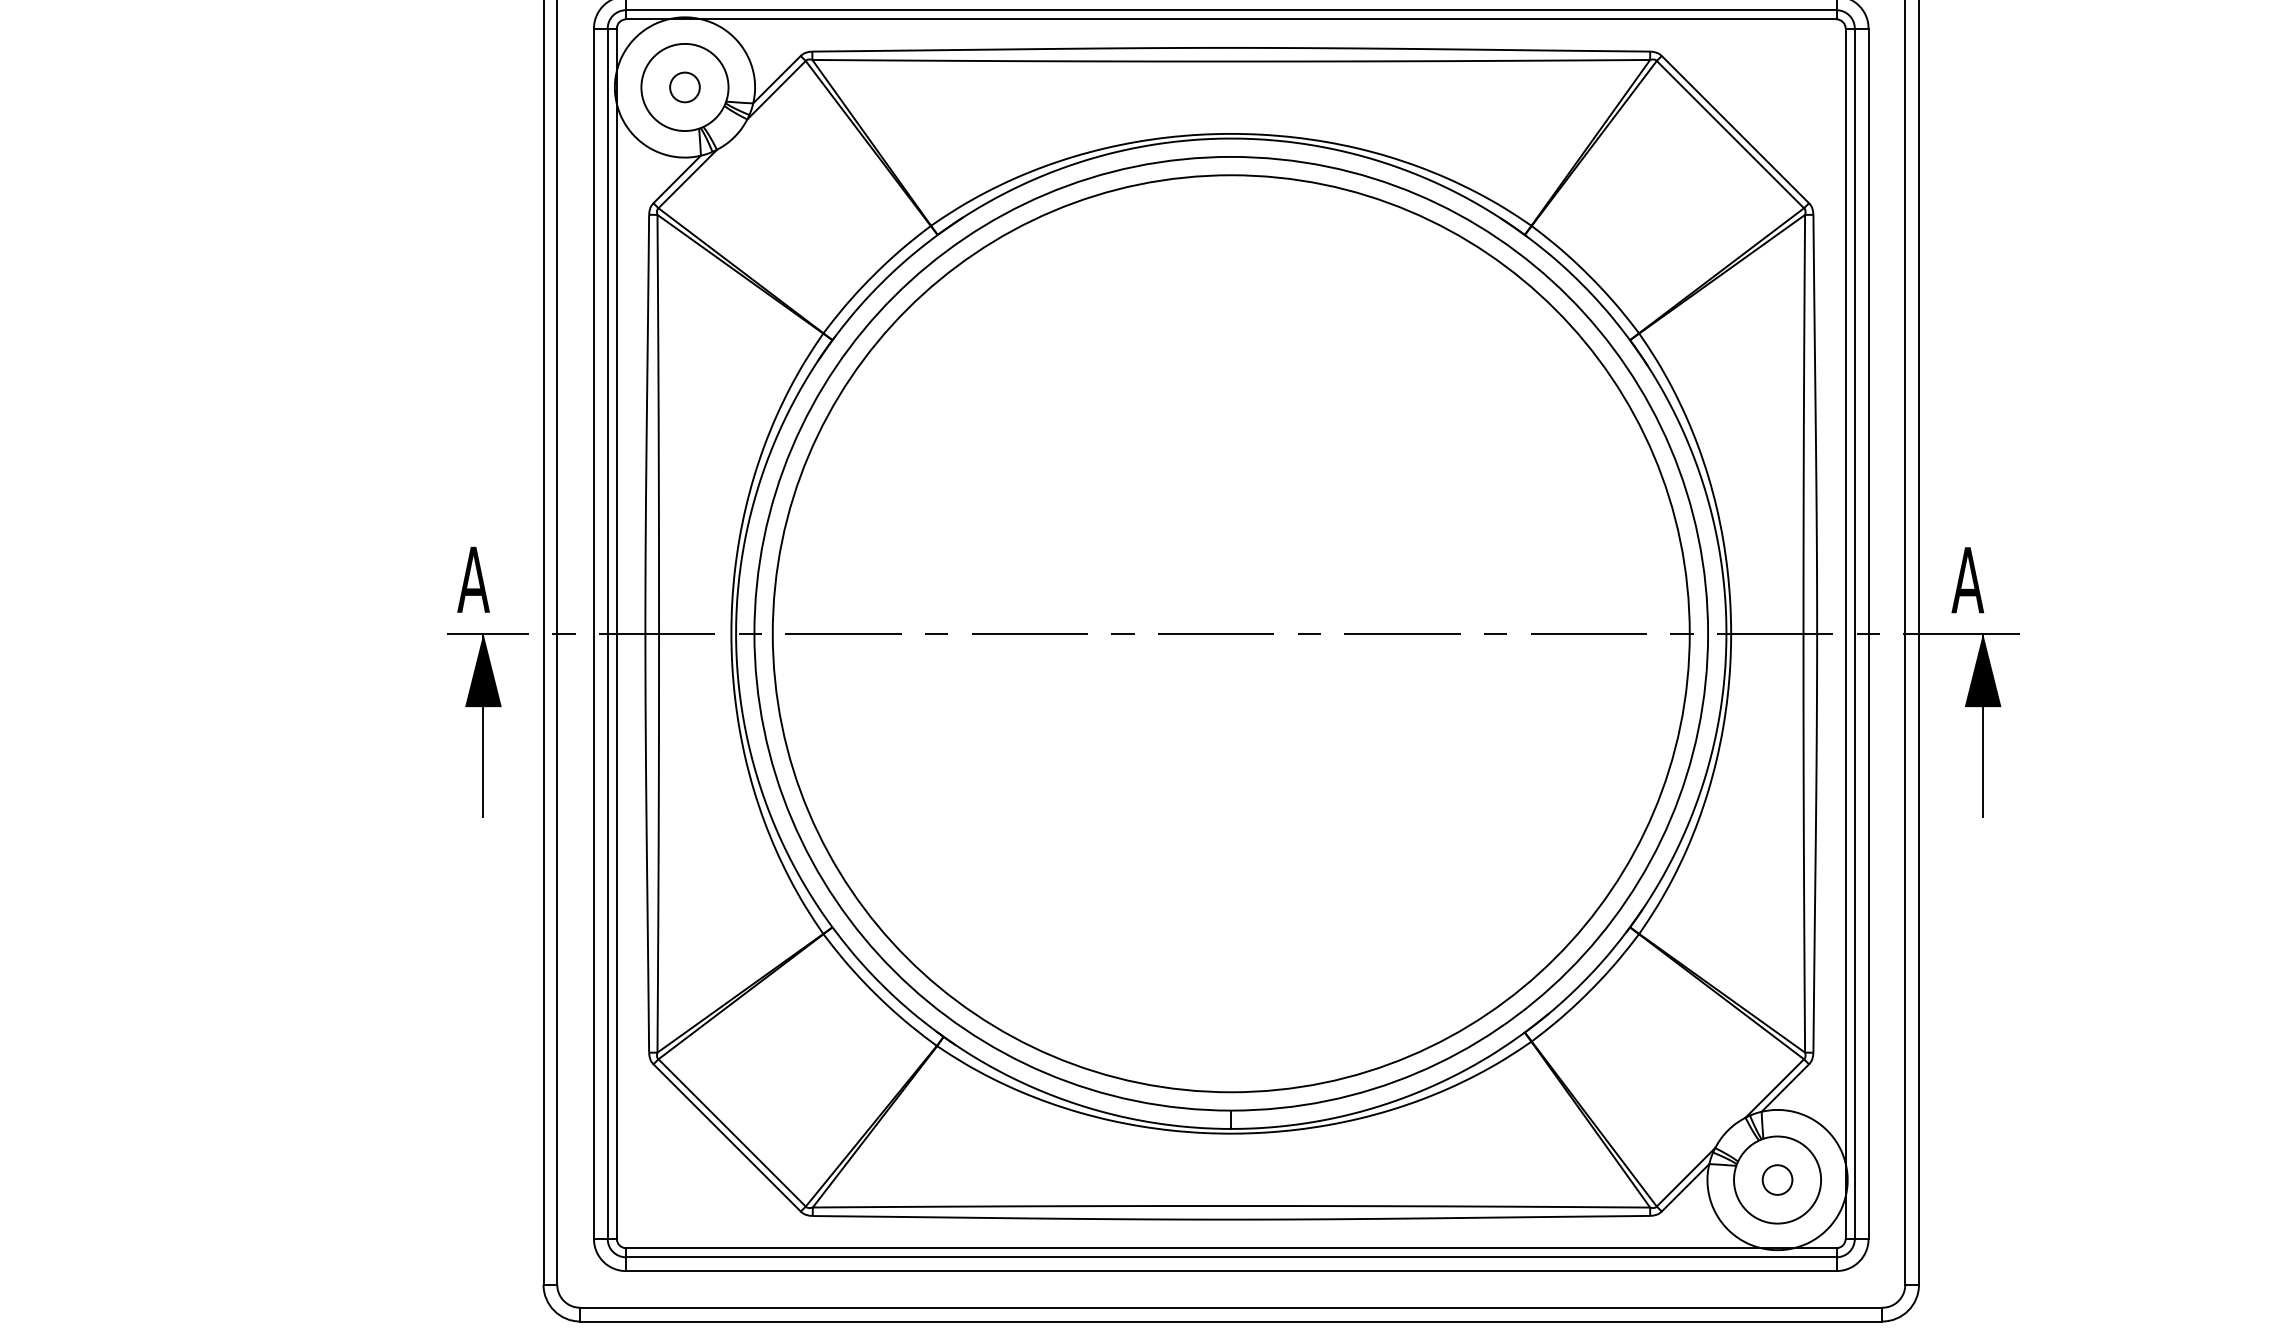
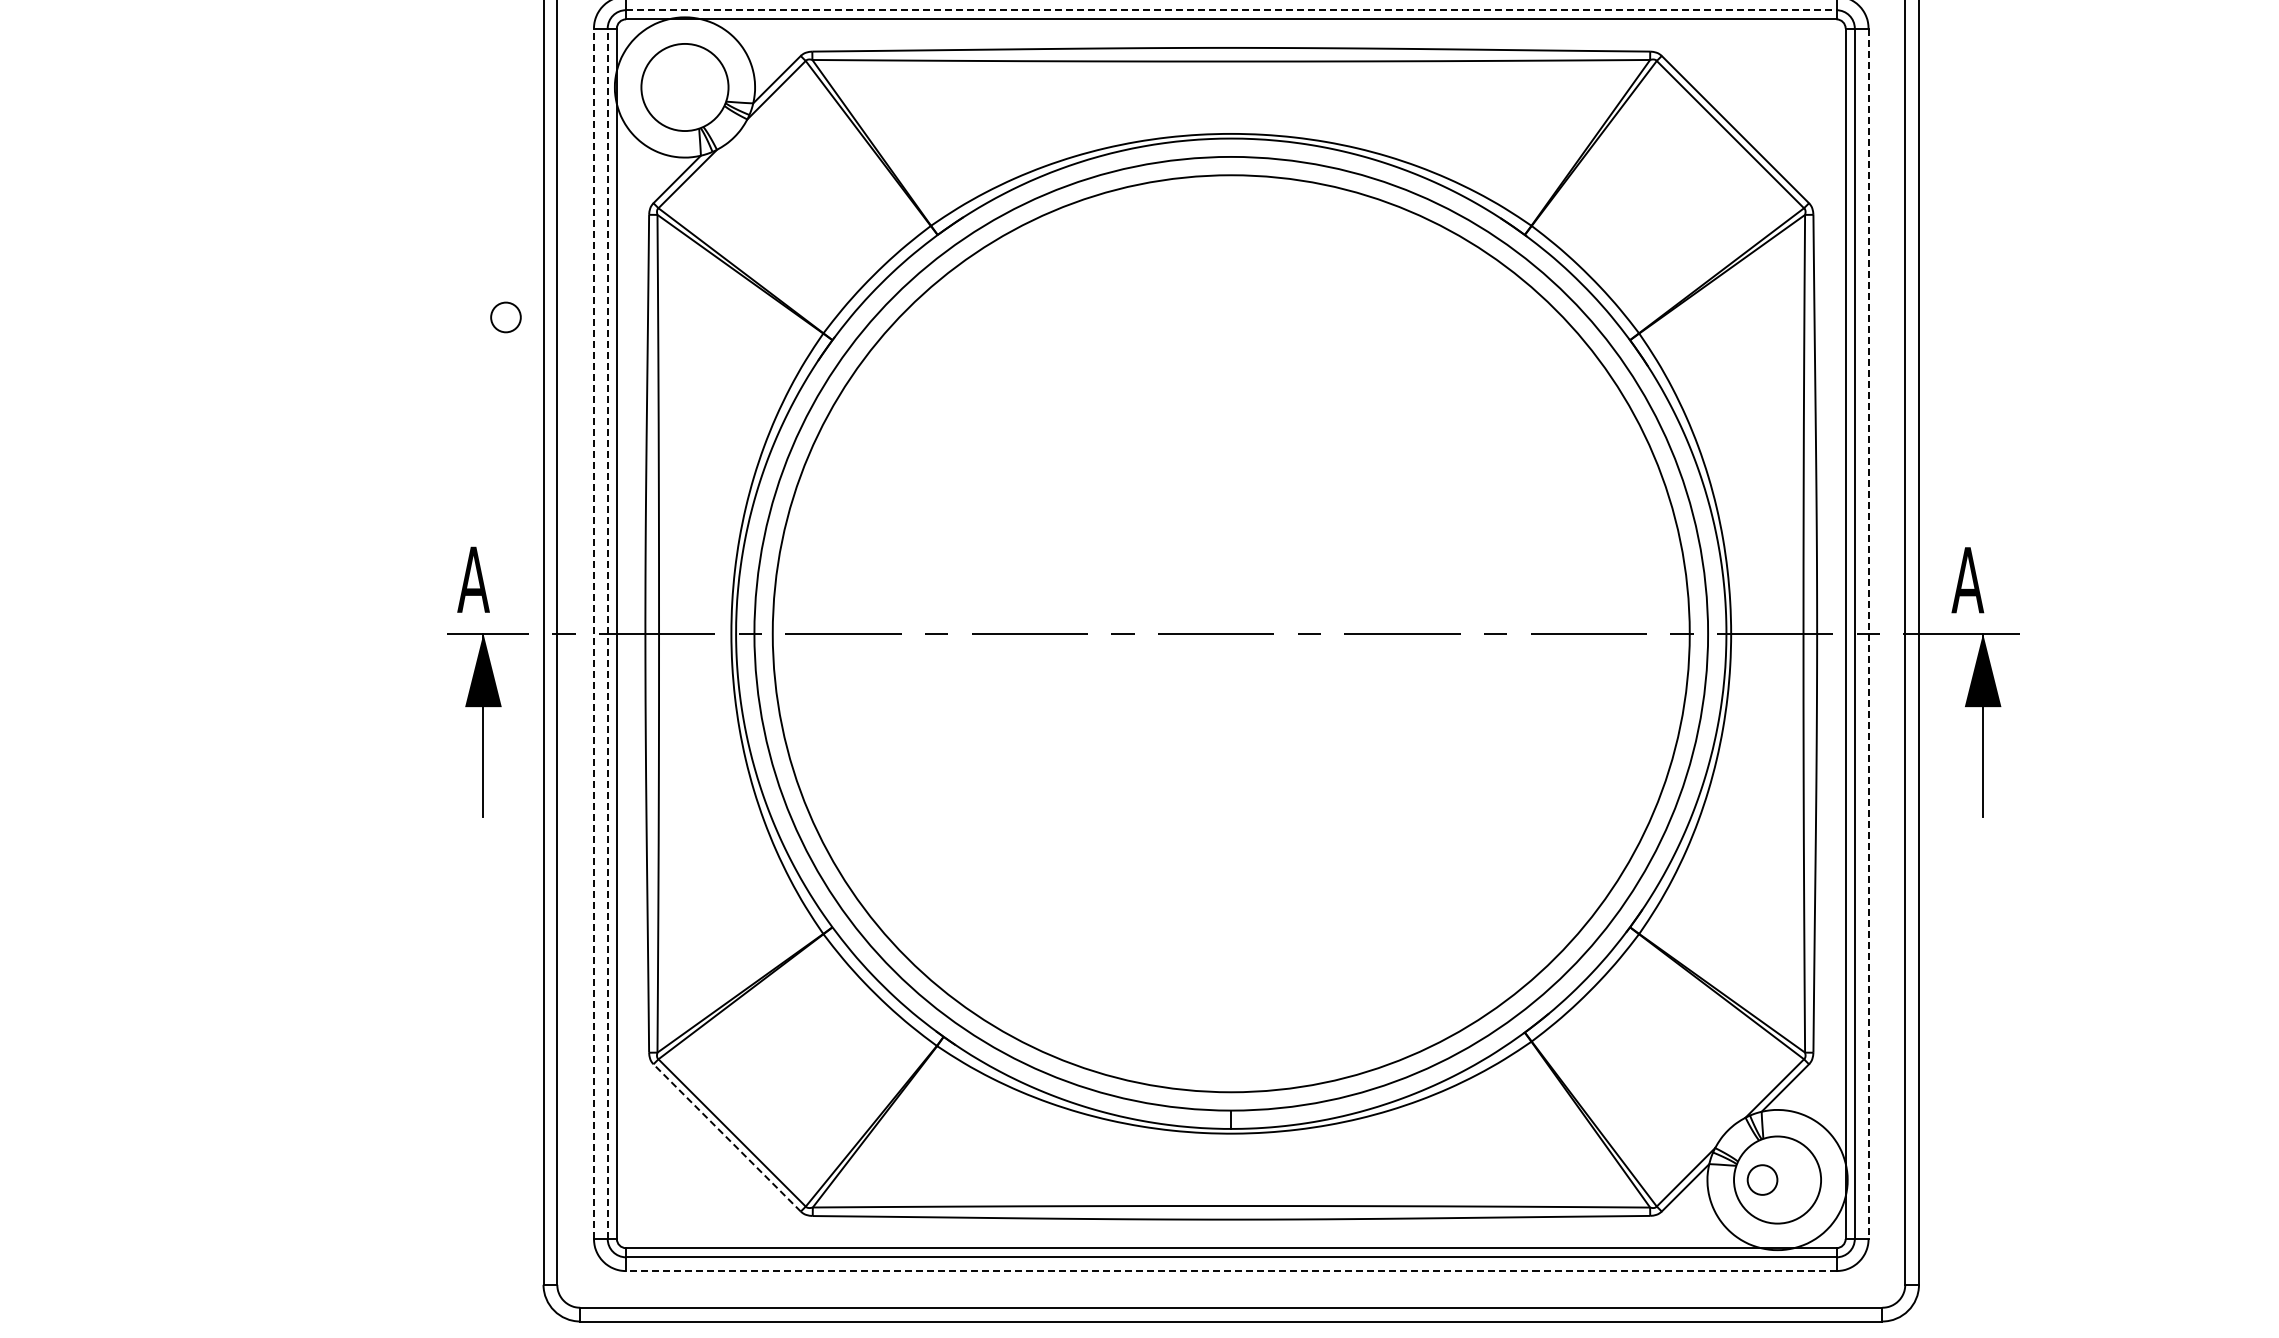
line at (1231, 10): solid -> dashed
circle at (684, 87) position: (684, 87) -> (505, 317)
line at (593, 633): solid -> dashed
line at (607, 633): solid -> dashed
line at (1868, 634): solid -> dashed
line at (726, 1137): solid -> dashed
circle at (1777, 1179) position: (1777, 1179) -> (1762, 1179)
line at (1230, 1271): solid -> dashed
